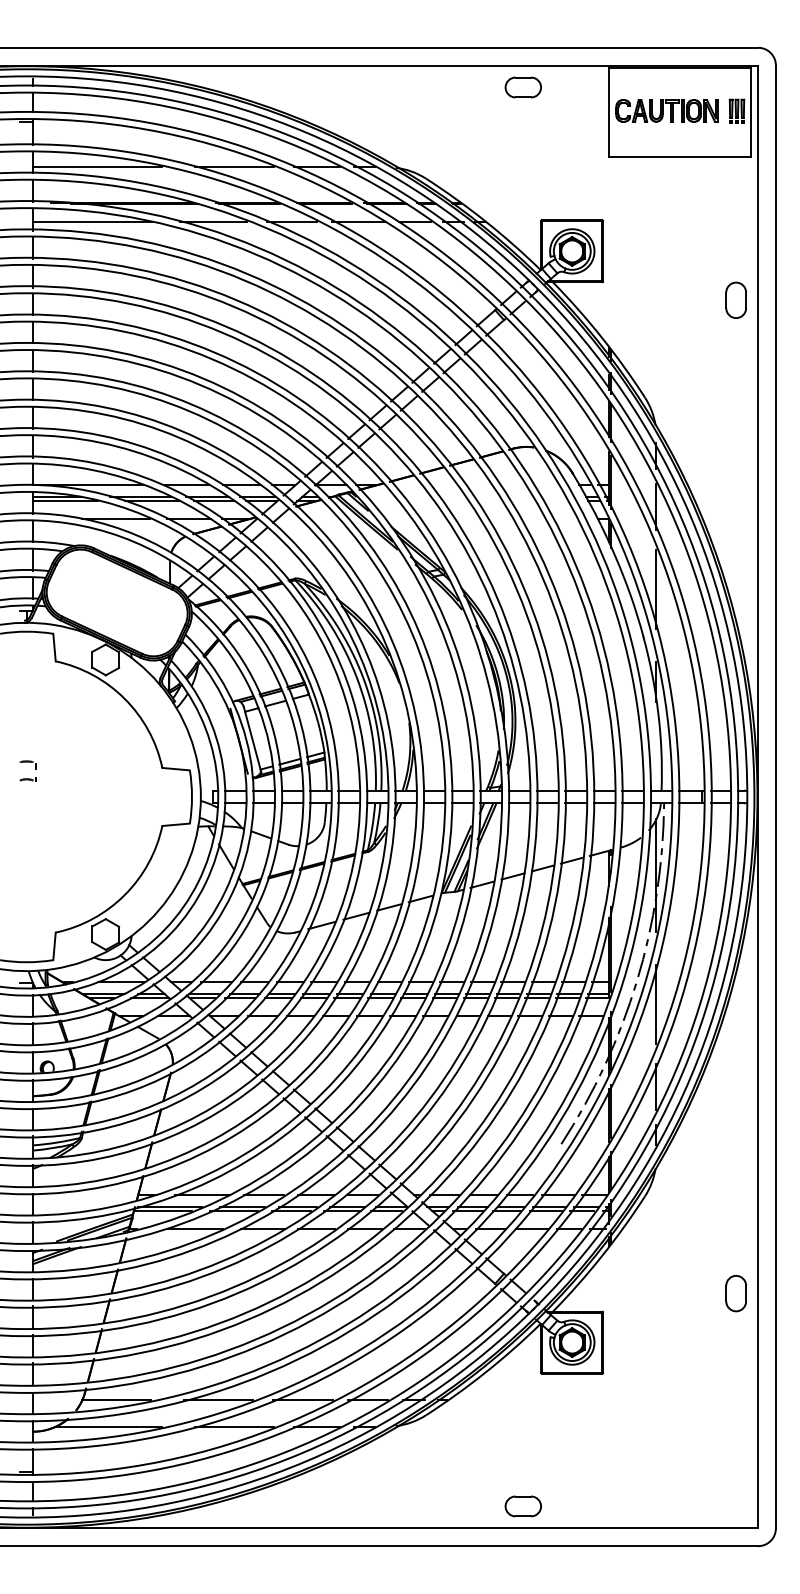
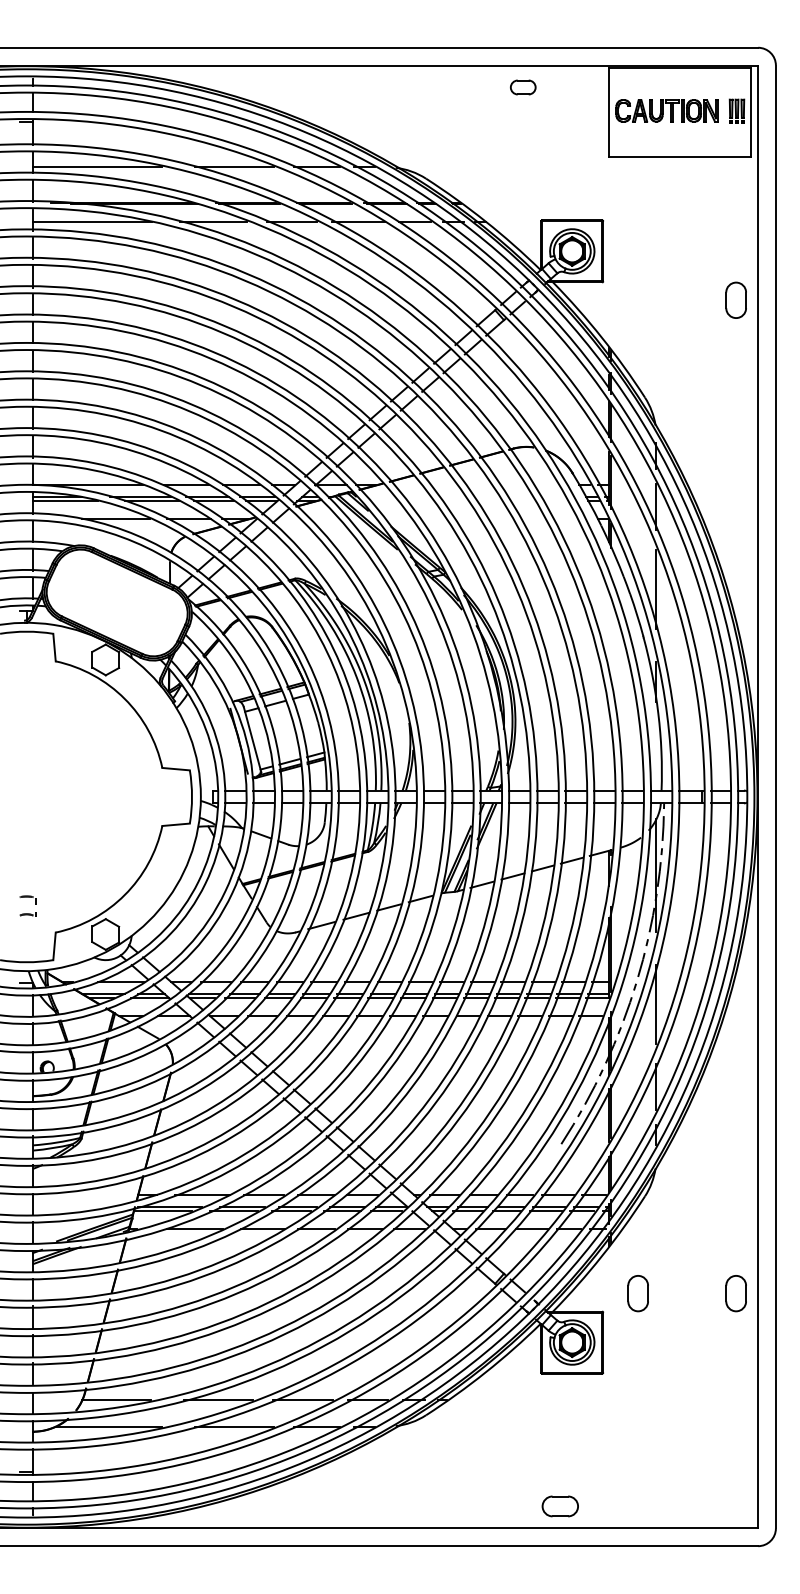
part at (522, 87) size: 38x23 px -> 27x17 px
part at (27, 762) position: (27, 762) -> (27, 897)
part at (637, 1293): none -> present
part at (522, 1506) position: (522, 1506) -> (559, 1506)
